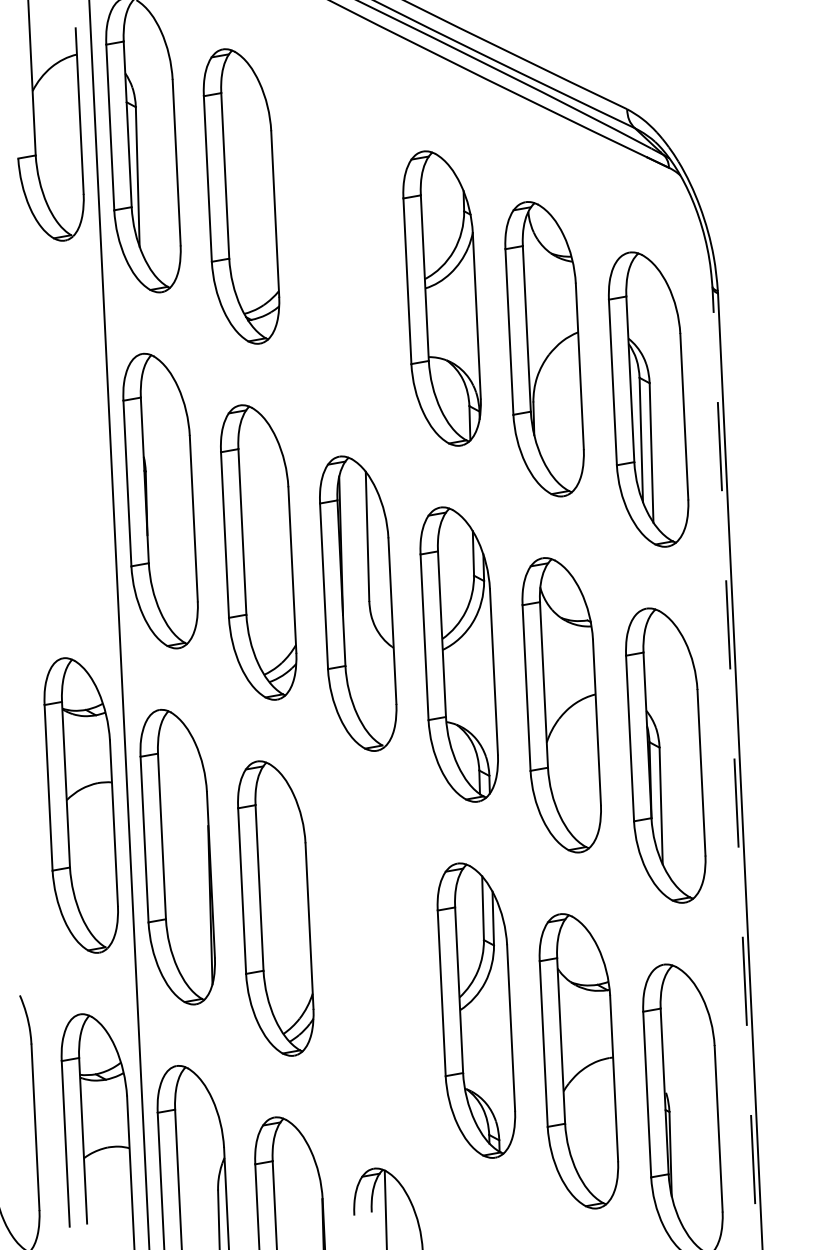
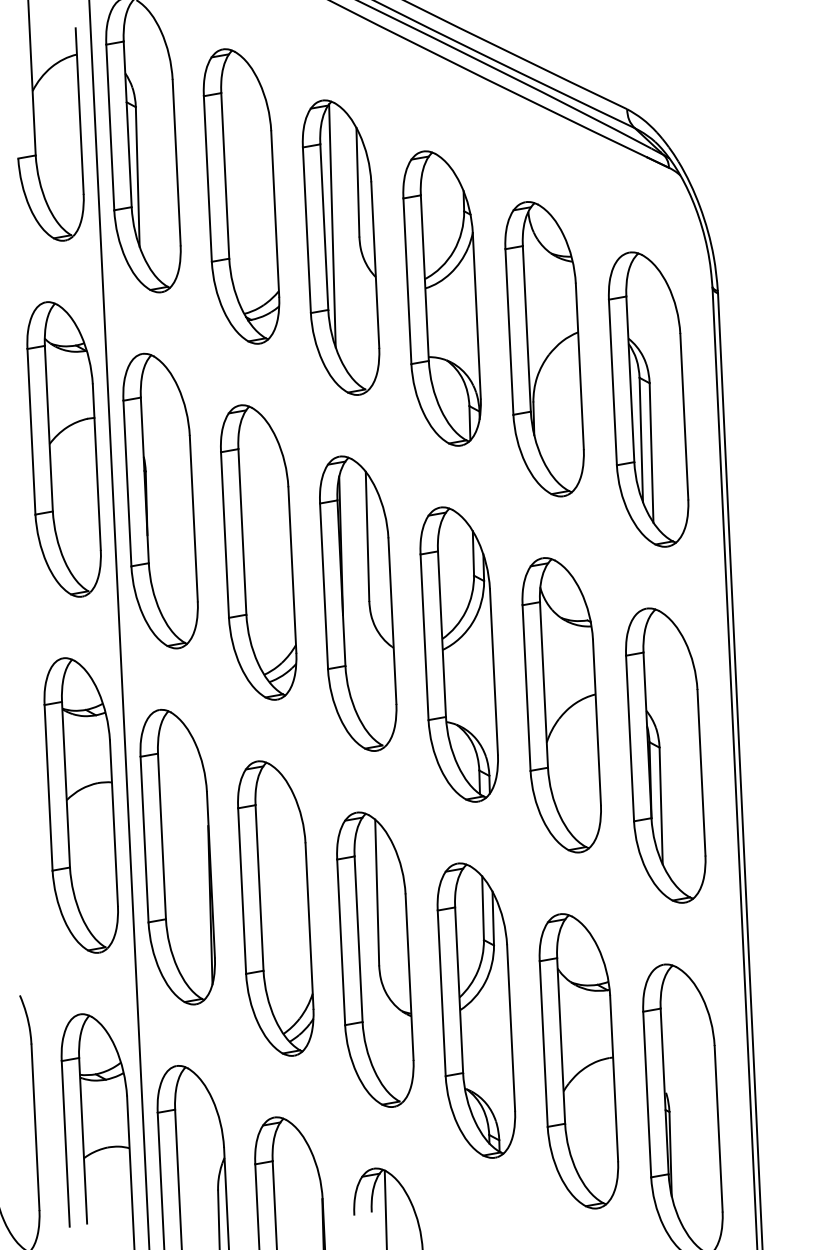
part at (340, 247): none -> present
part at (63, 449): none -> present
line at (734, 768): dashed -> solid
part at (375, 959): none -> present
